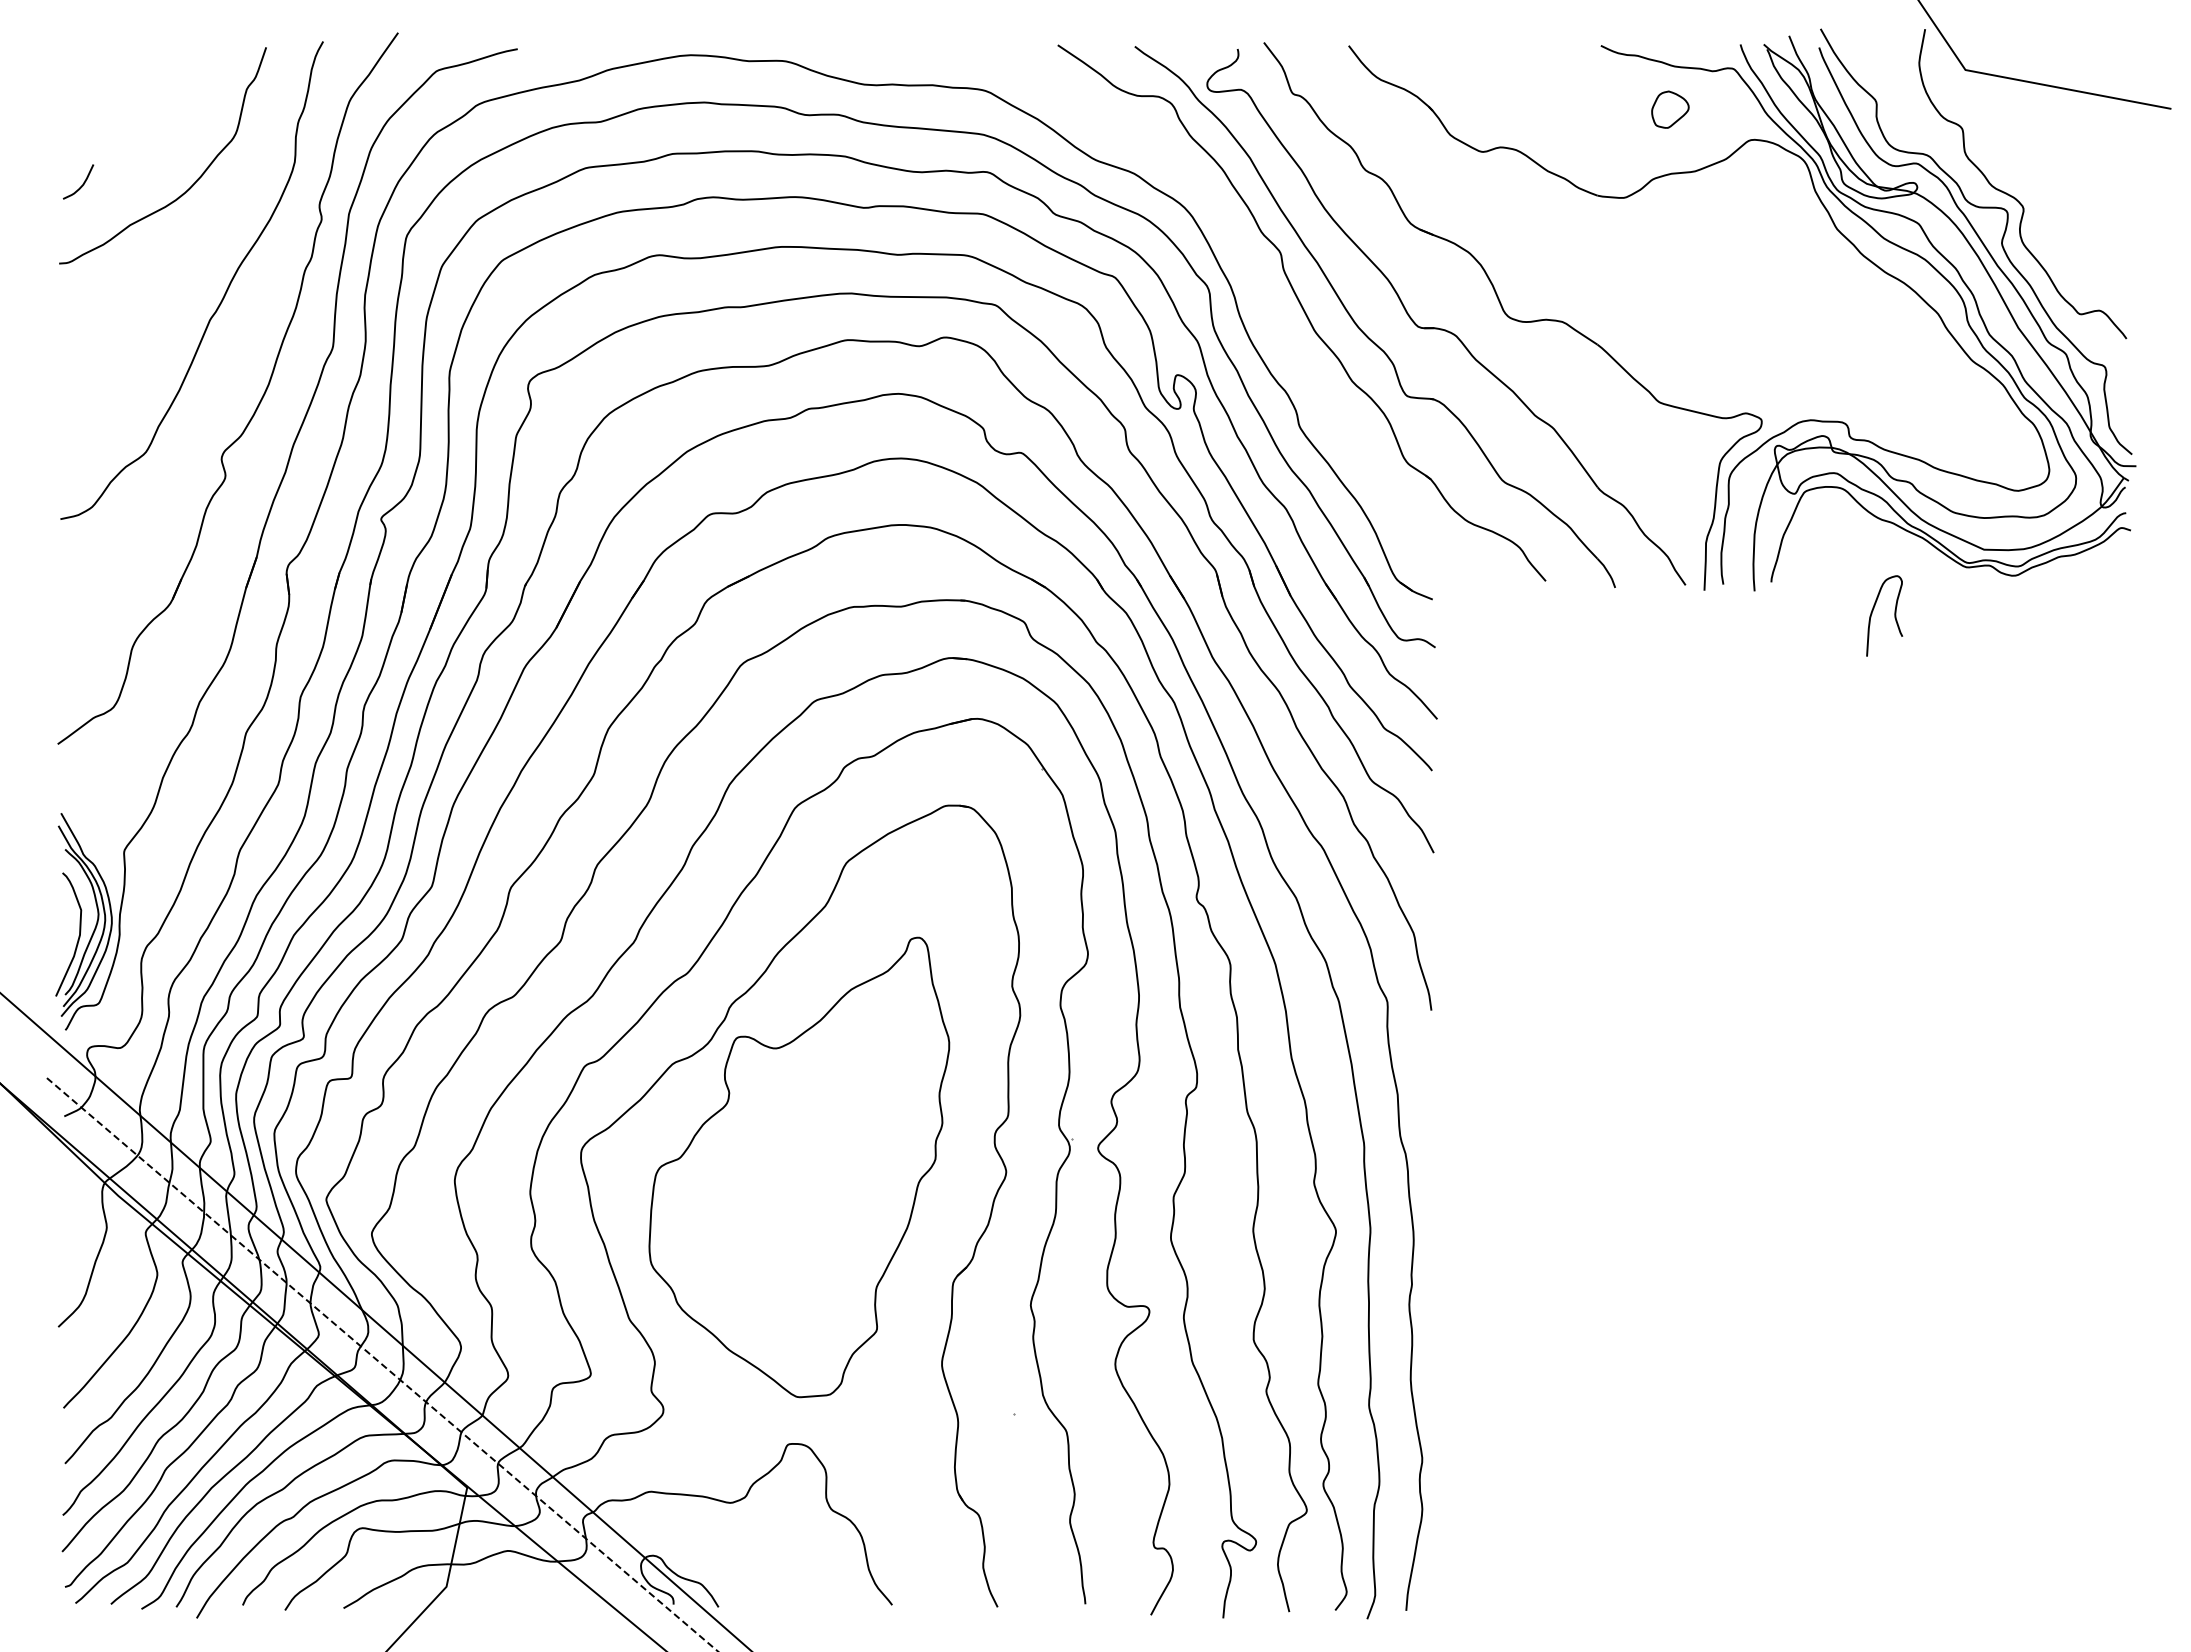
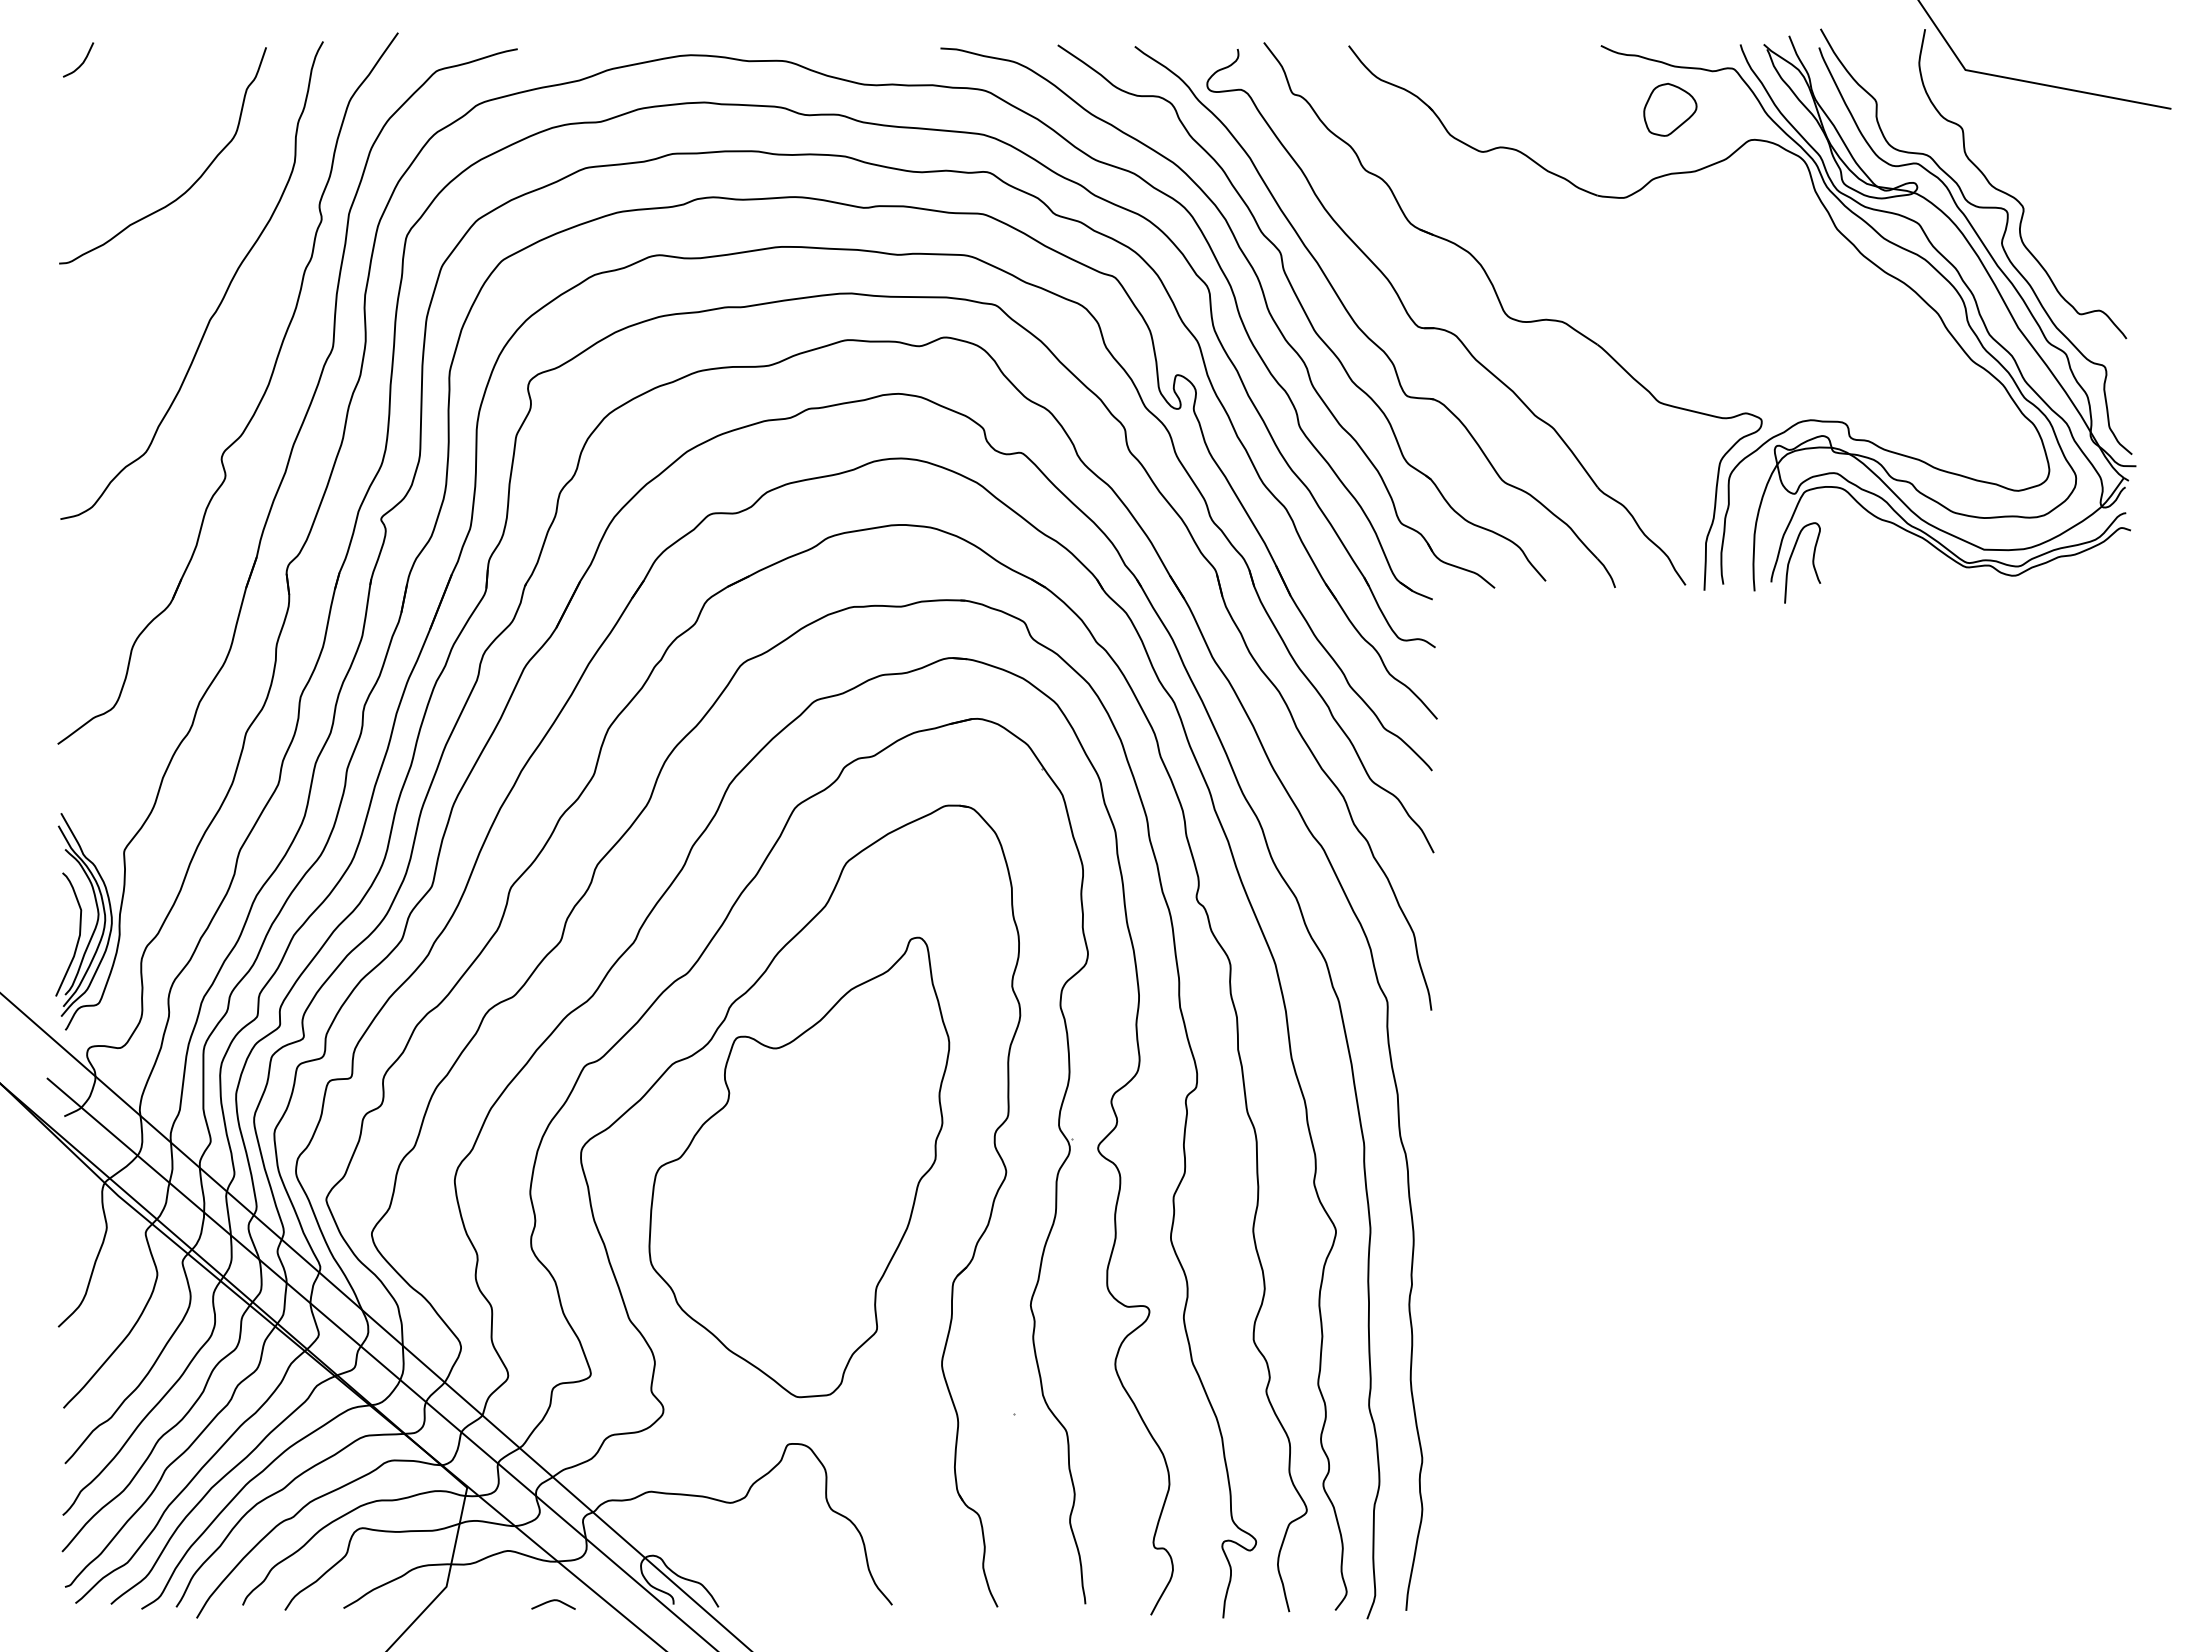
part at (1670, 109) size: 39x39 px -> 55x55 px
curve at (82, 184) position: (82, 184) -> (82, 62)
part at (1265, 305): none -> present
curve at (1894, 615) position: (1894, 615) -> (1812, 562)
line at (383, 1365): dashed -> solid
curve at (553, 1601): none -> present
